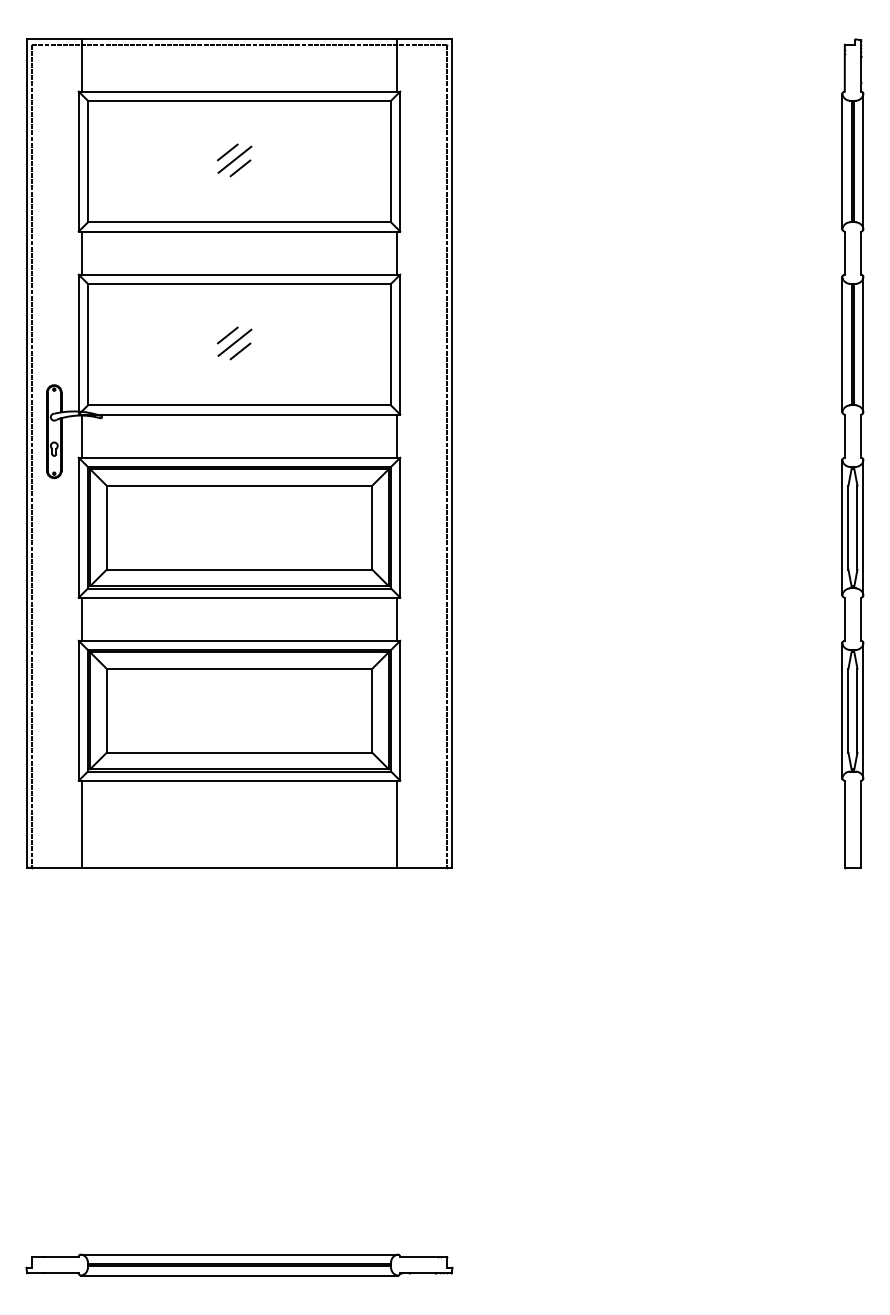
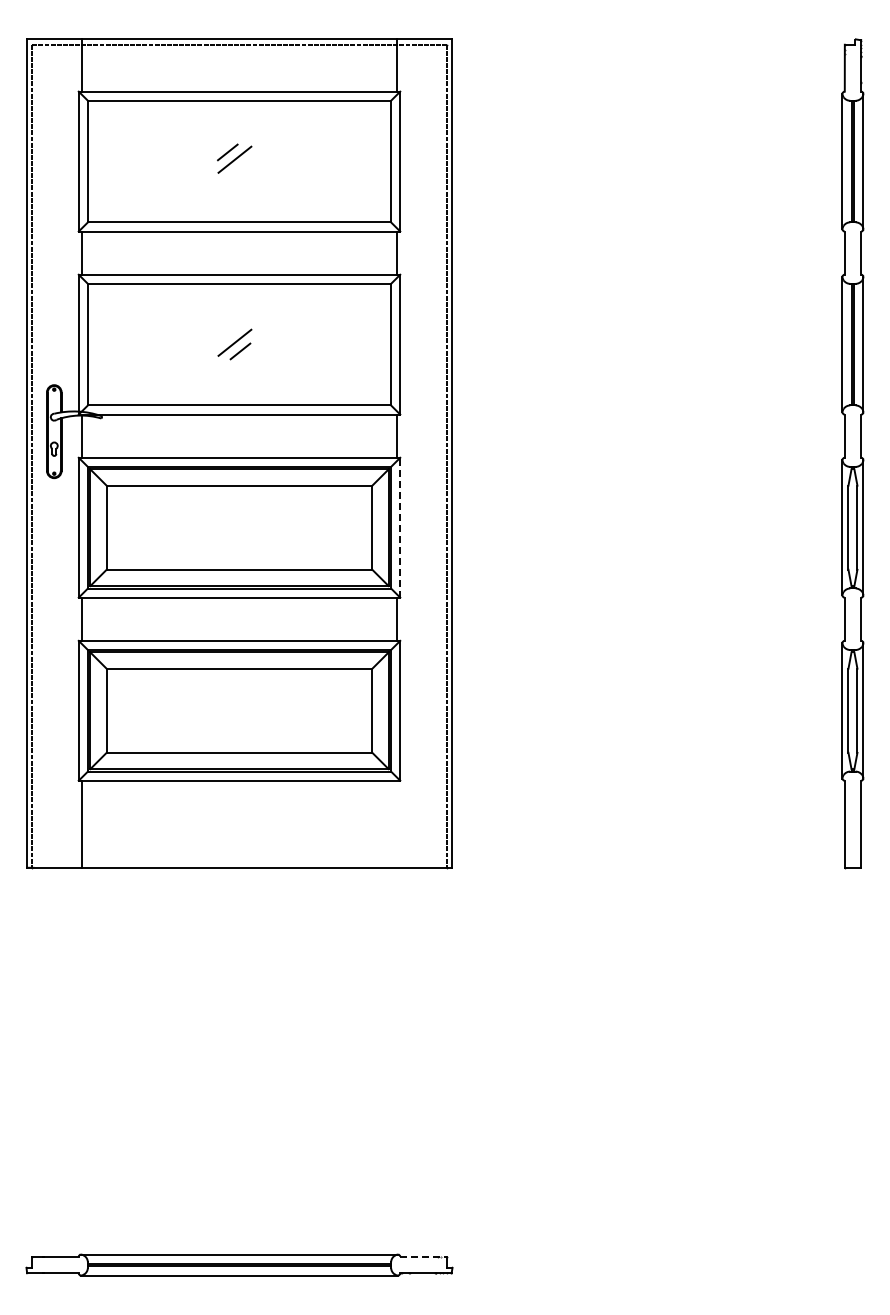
line at (240, 168): present -> none
line at (227, 335): present -> none
line at (400, 527): solid -> dashed
line at (397, 823): present -> none
line at (424, 1256): solid -> dashed
